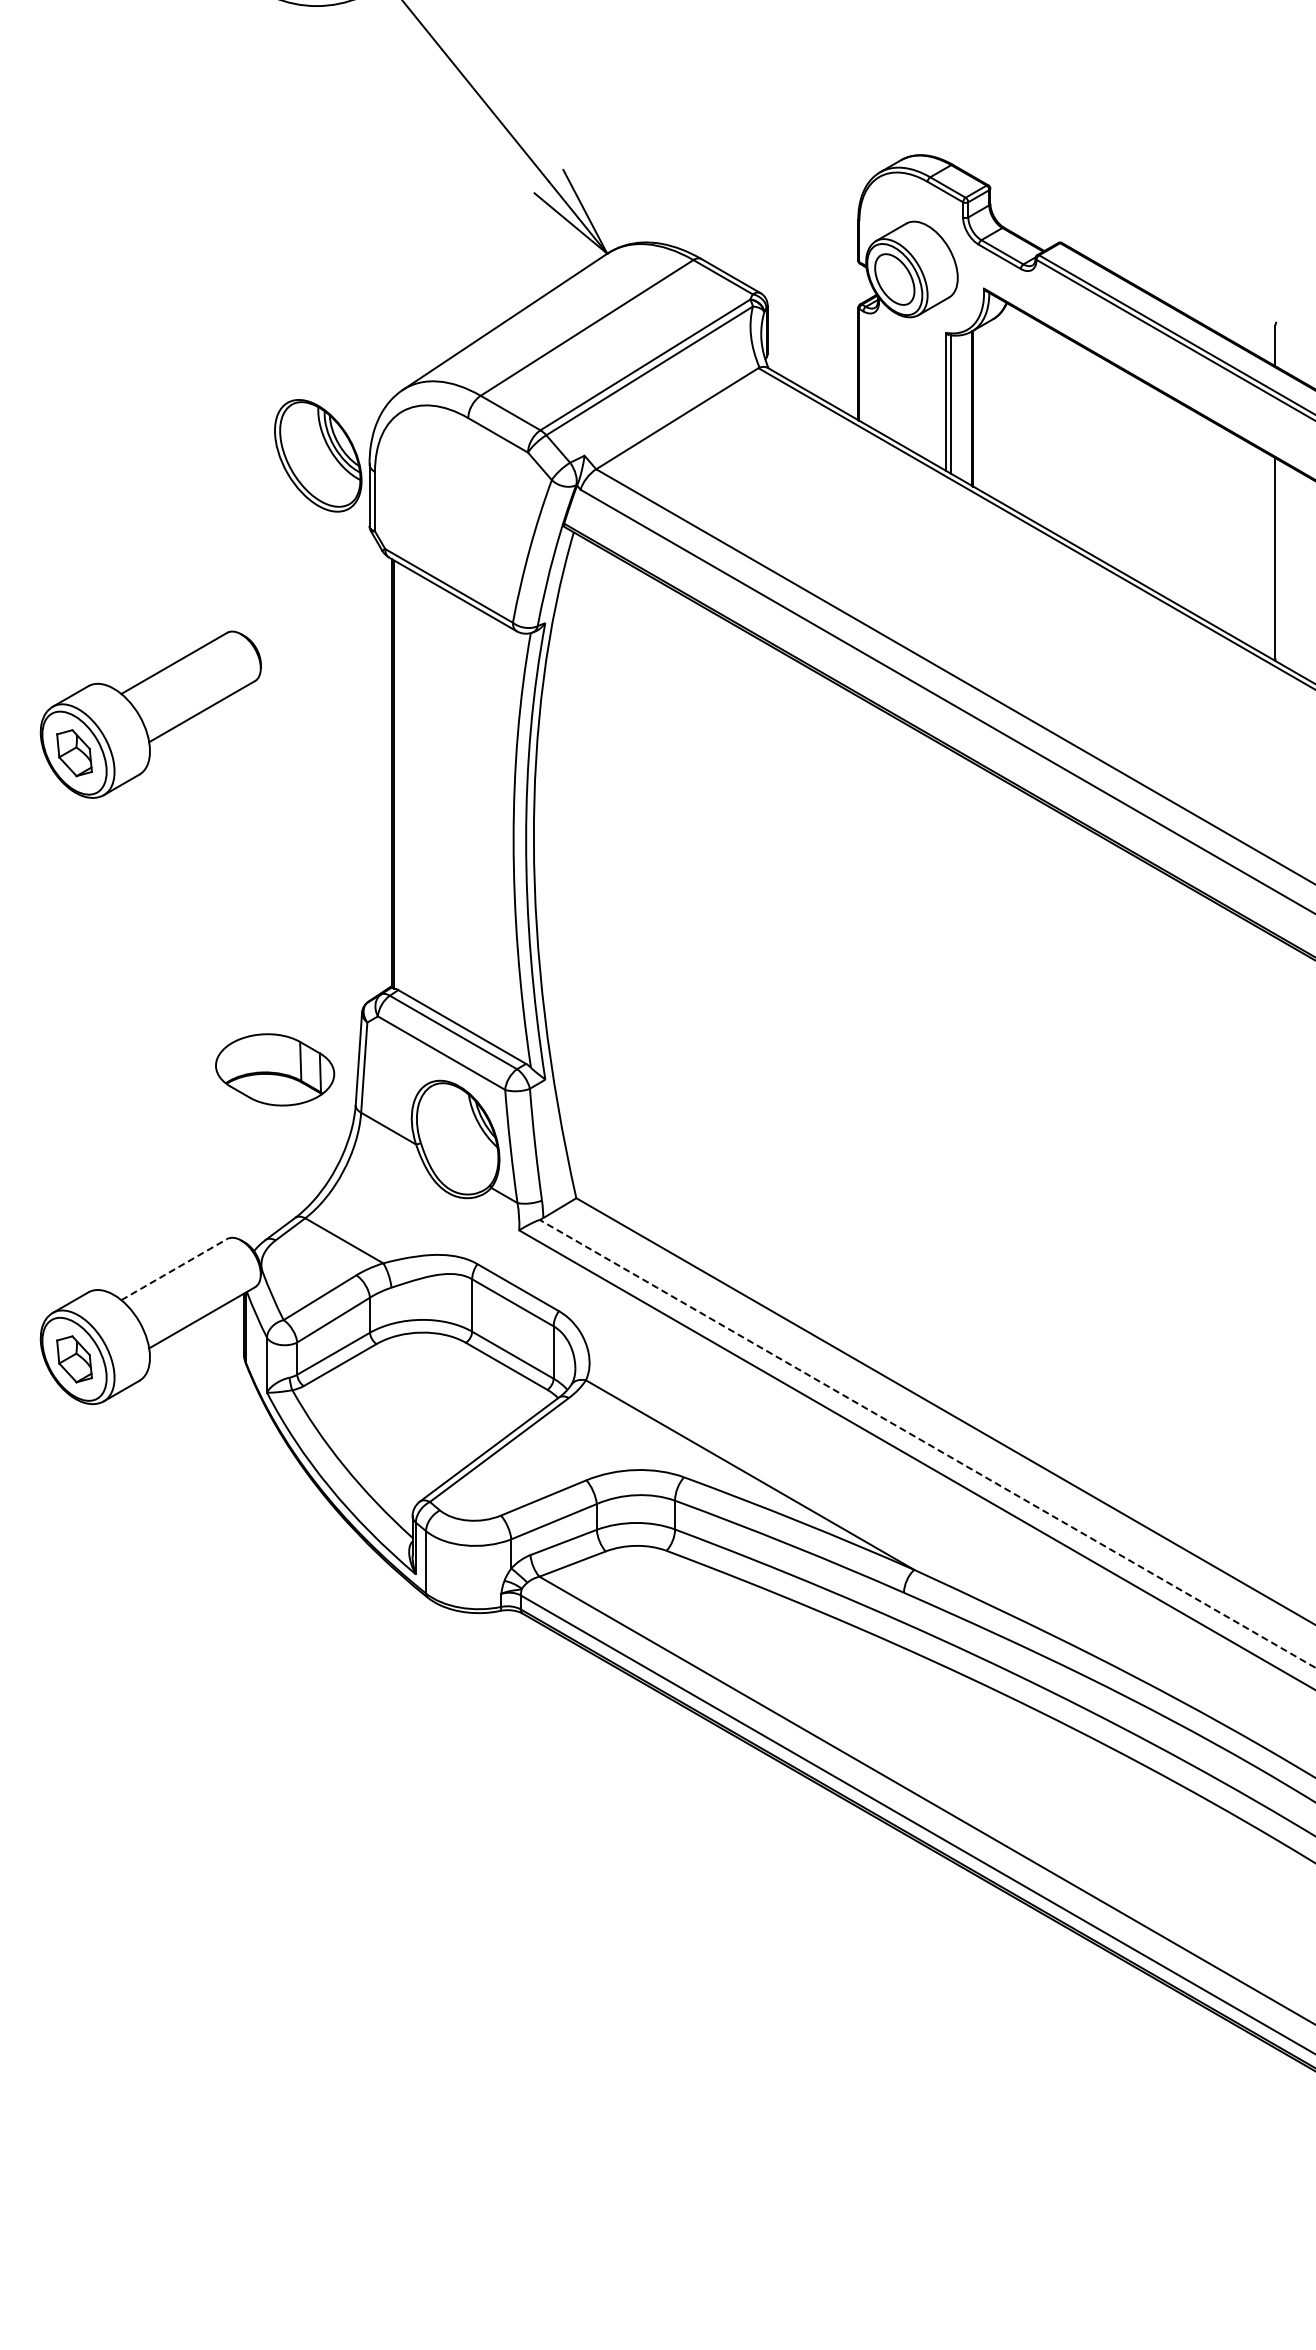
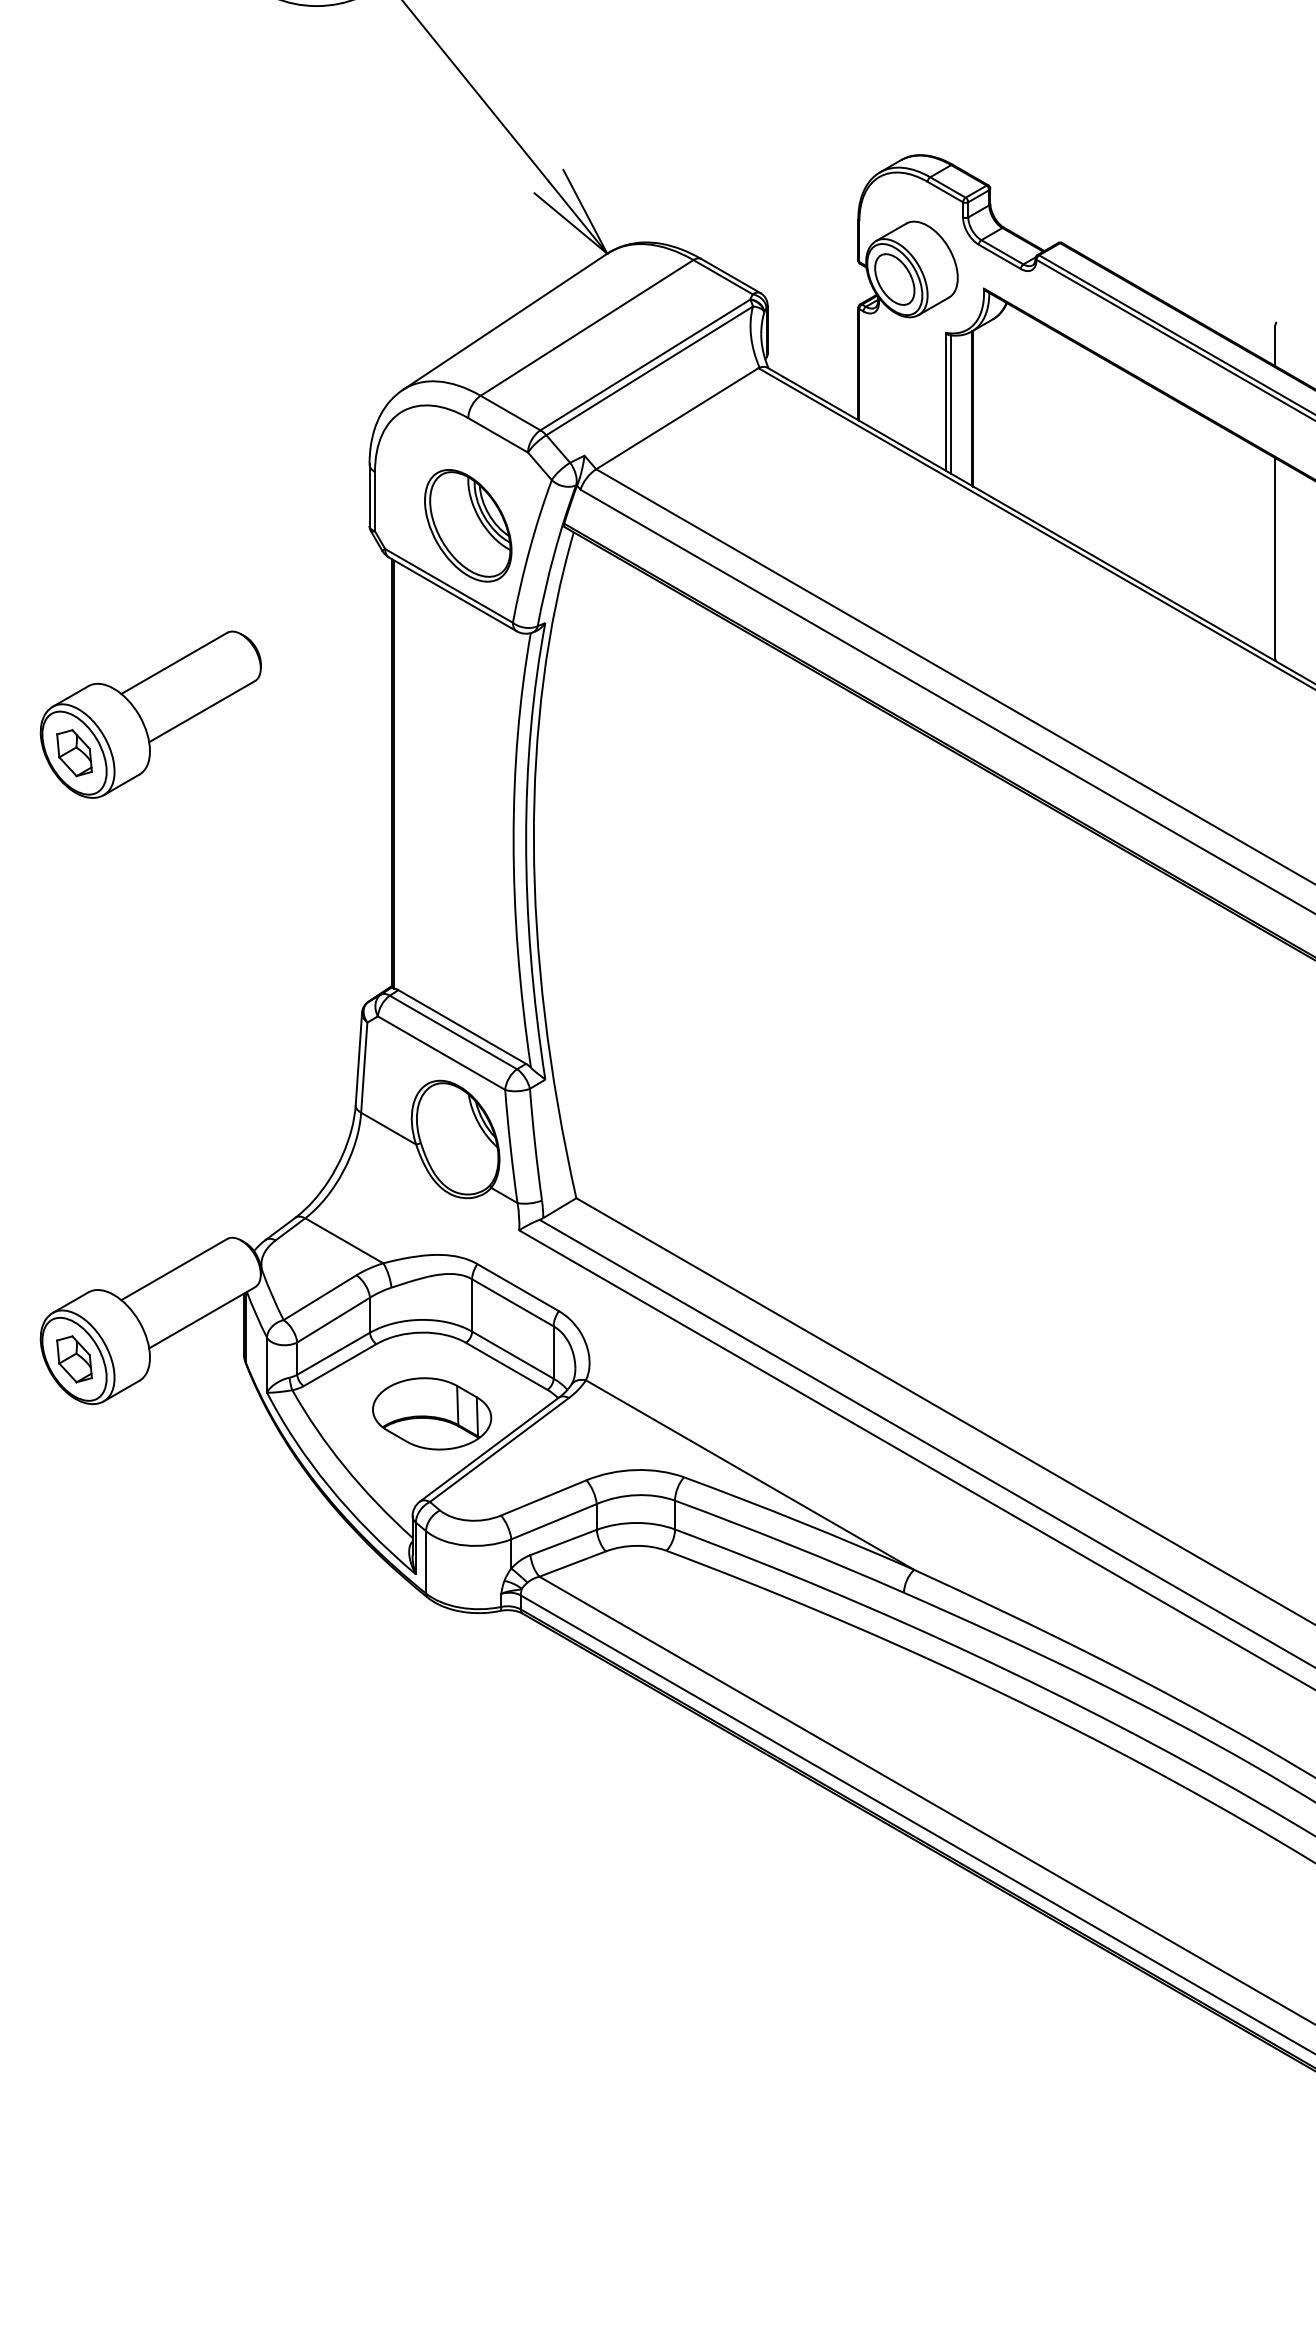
part at (318, 455) position: (318, 455) -> (468, 525)
part at (275, 1069) position: (275, 1069) -> (432, 1413)
line at (174, 1269): dashed -> solid
line at (927, 1443): dashed -> solid
